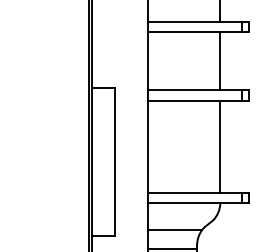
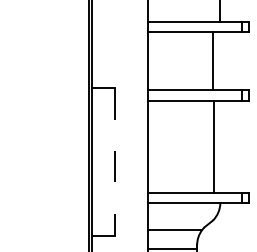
line at (220, 61) position: (220, 61) -> (213, 61)
line at (220, 146) position: (220, 146) -> (214, 146)
line at (115, 162): solid -> dashed
